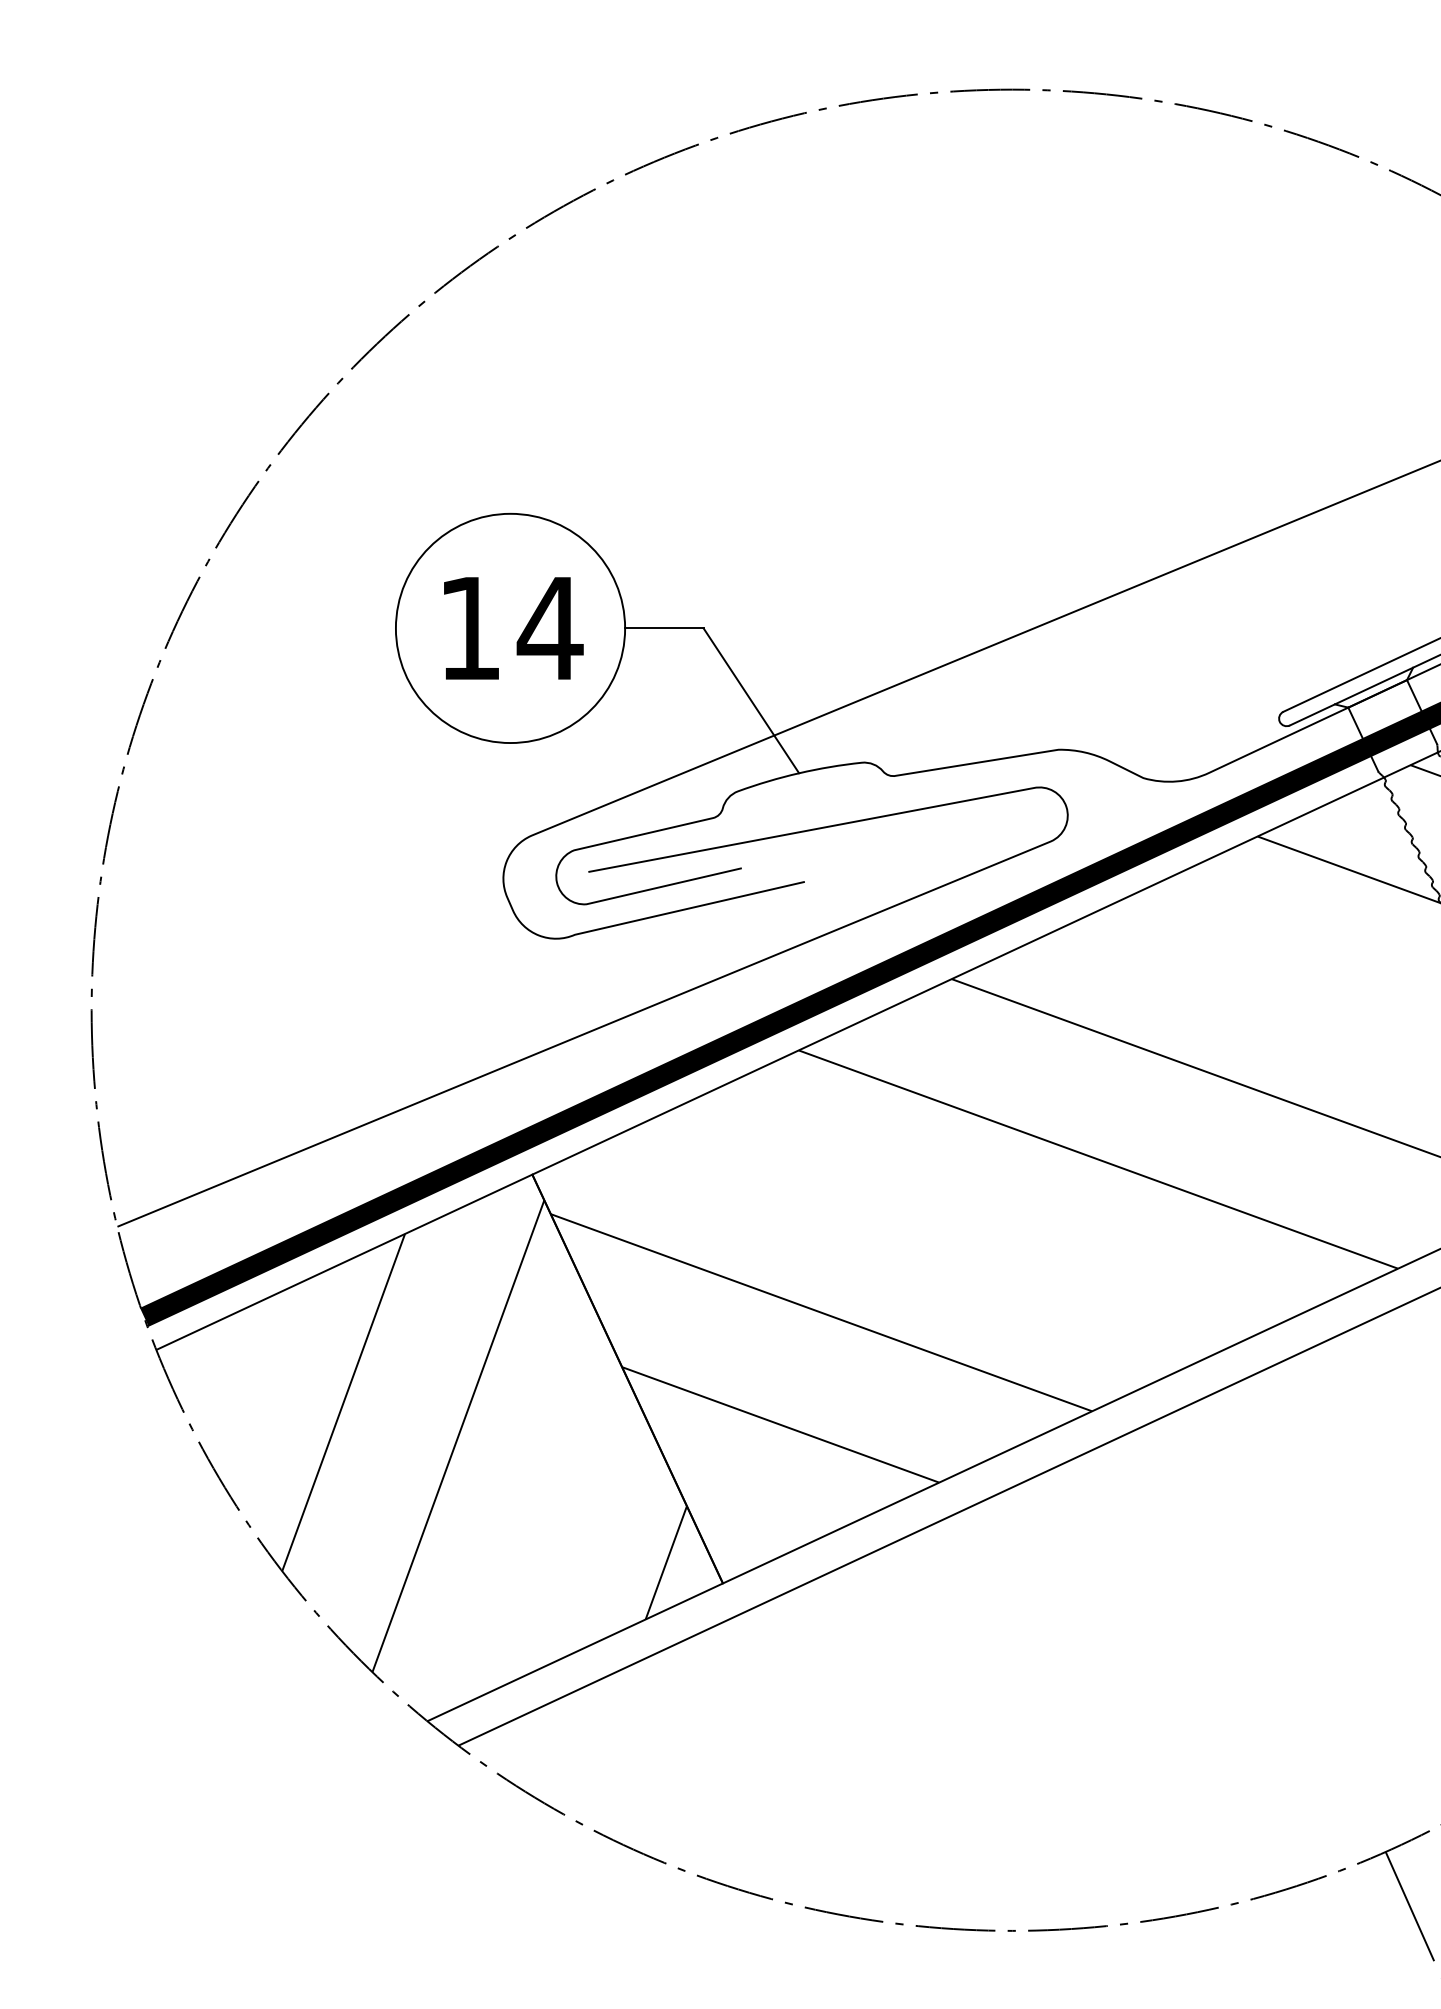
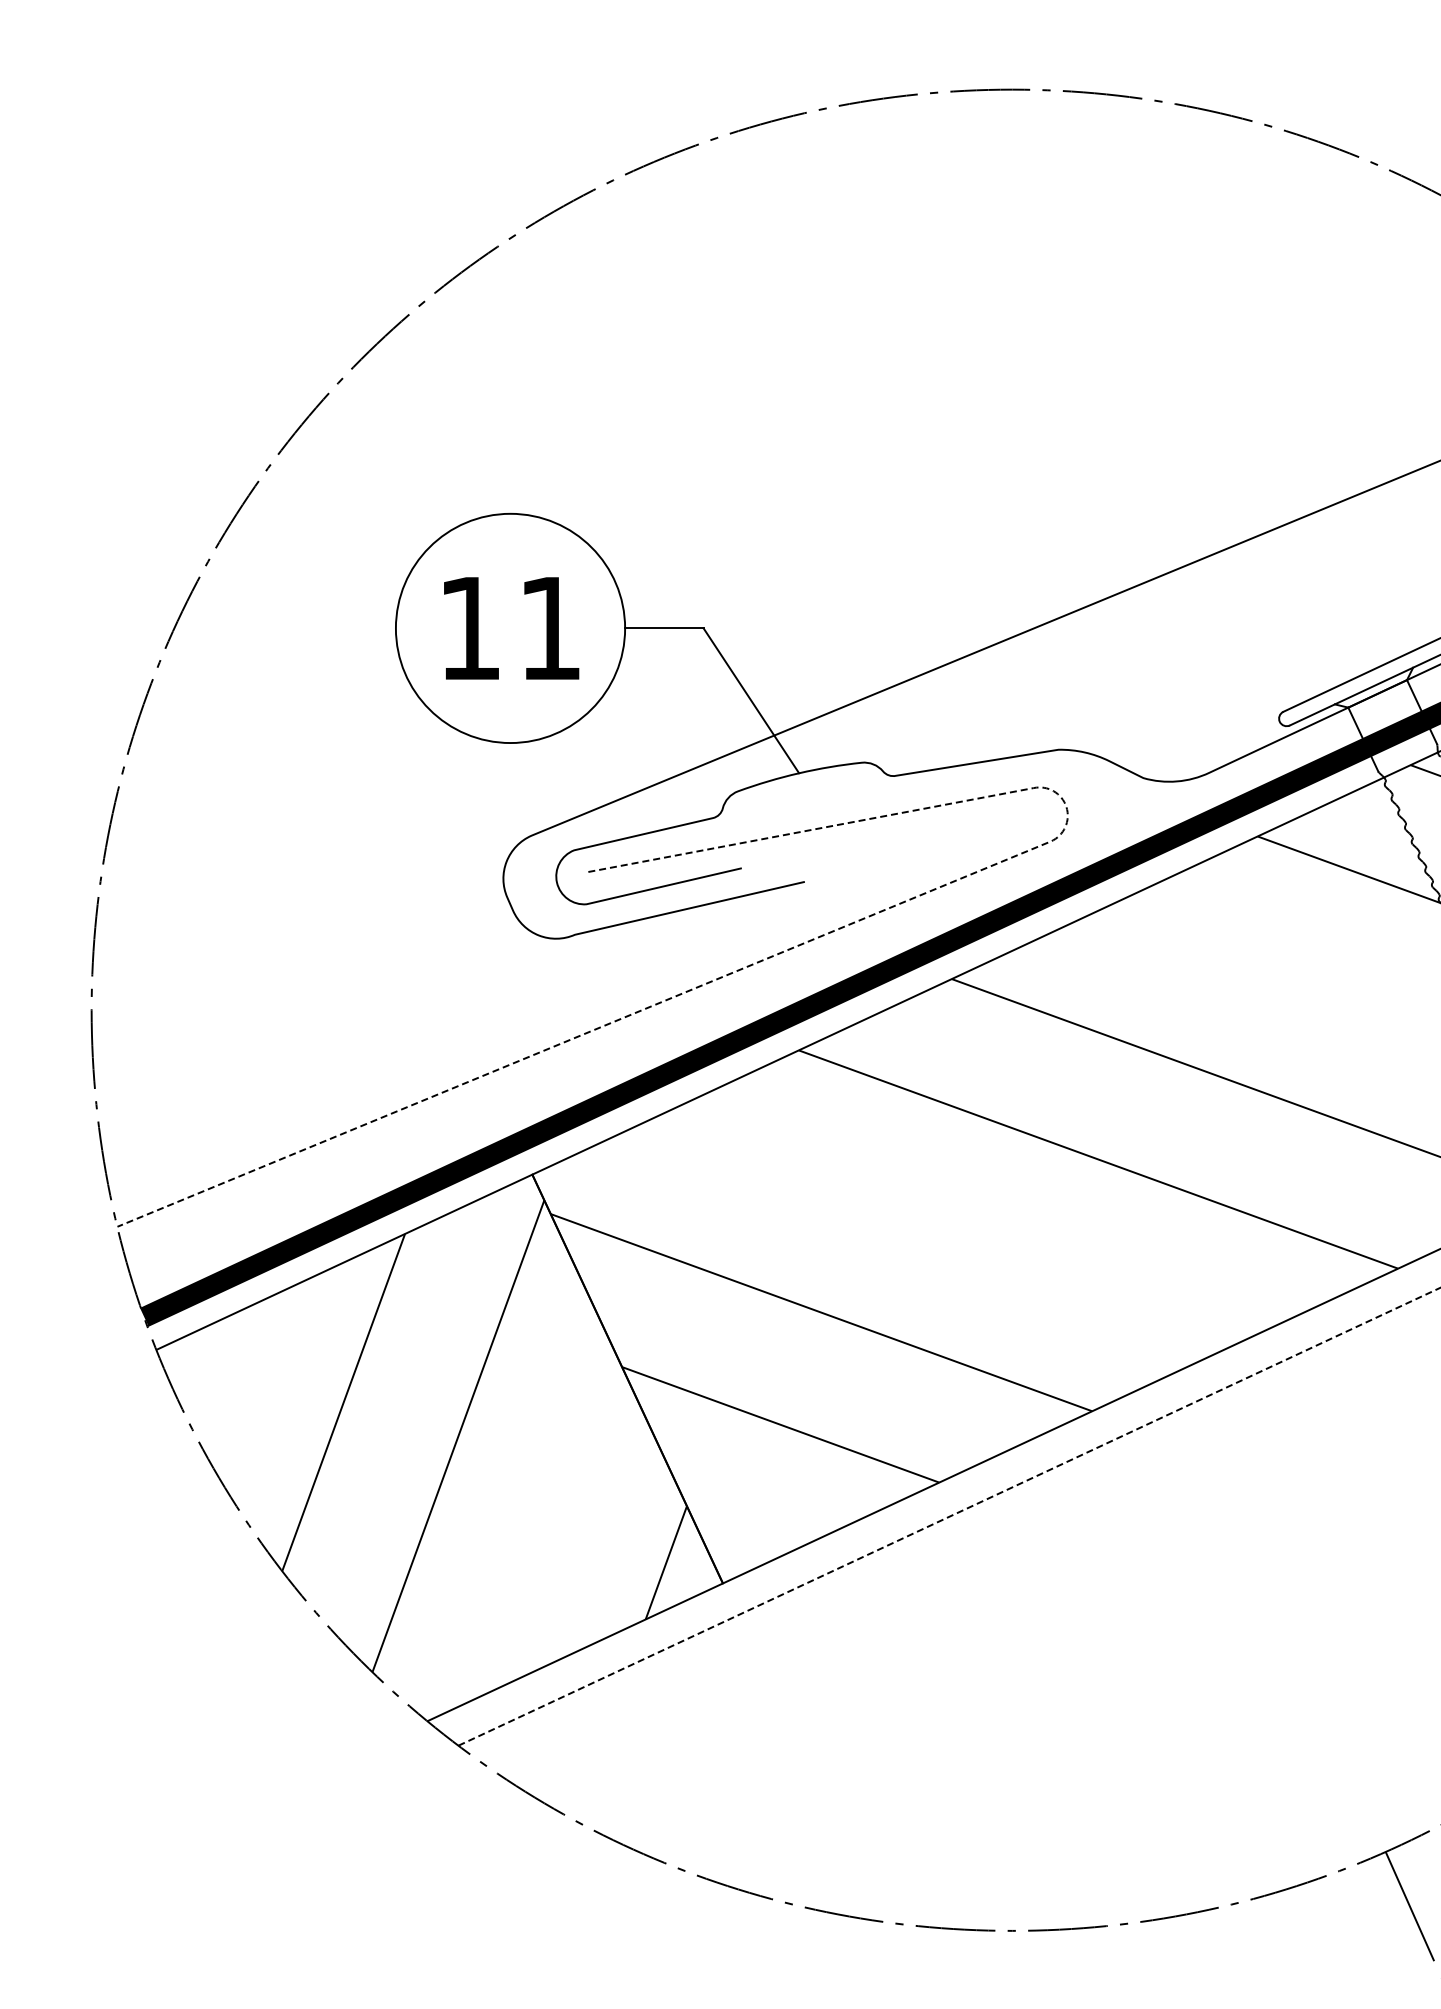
text at (549, 628): 14 -> 11
line at (845, 926): solid -> dashed
line at (949, 1516): solid -> dashed
